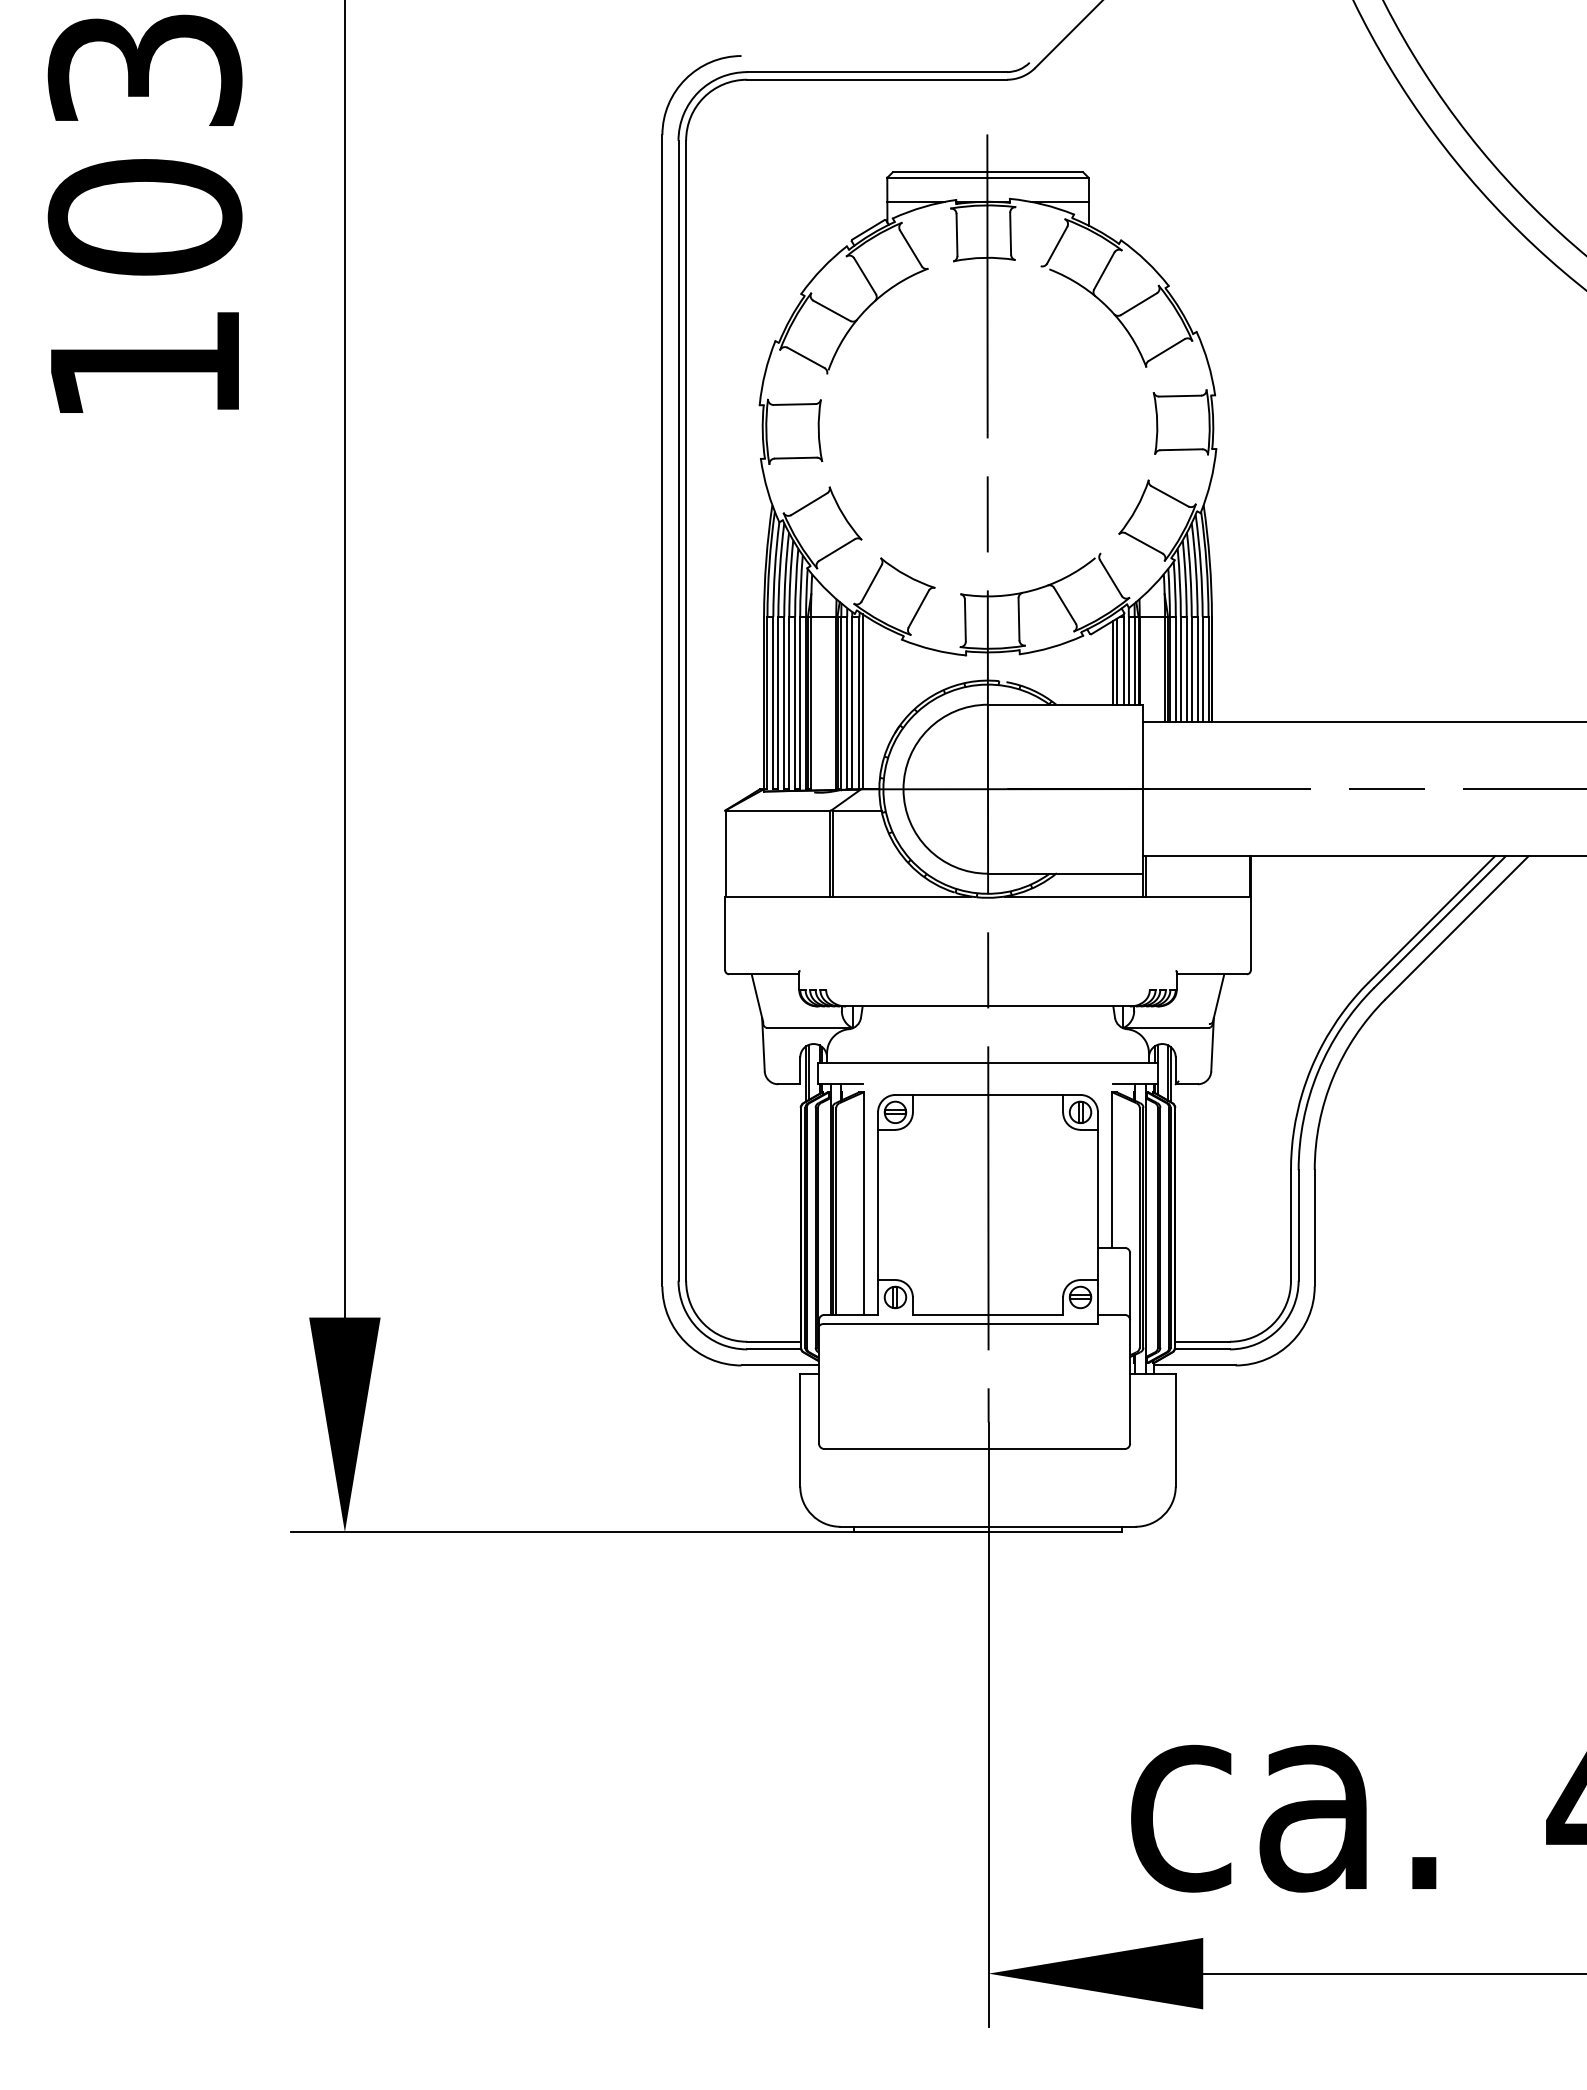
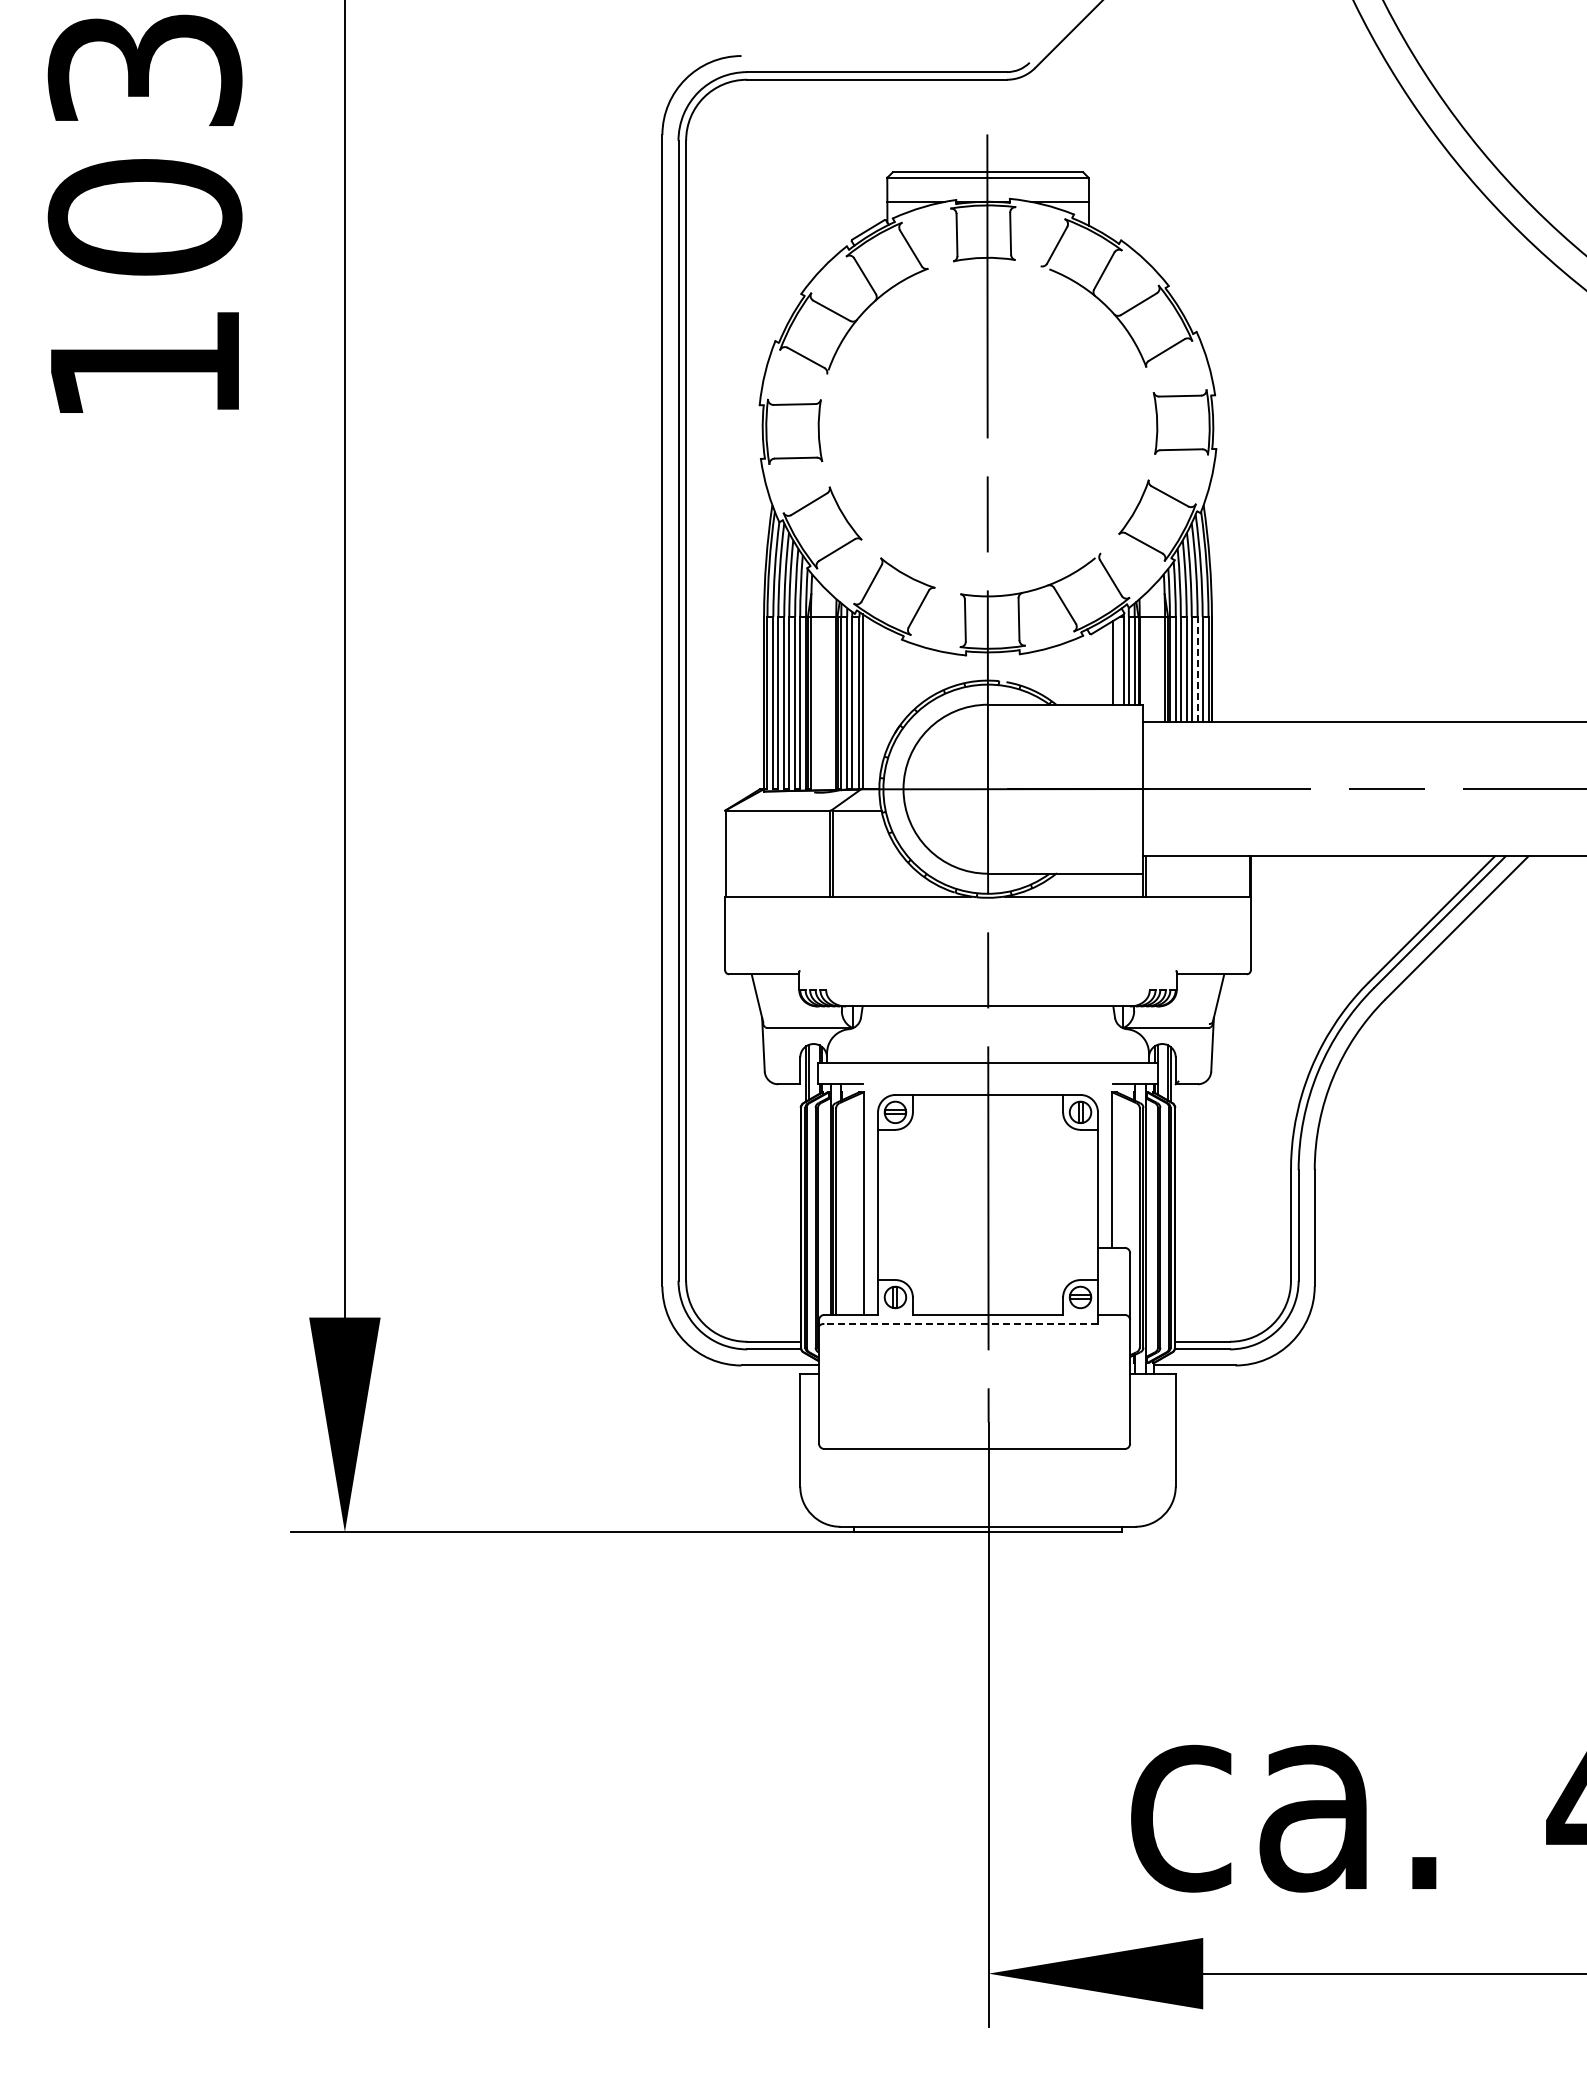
line at (1116, 661): present -> none
line at (1197, 669): solid -> dashed
line at (961, 1323): solid -> dashed
